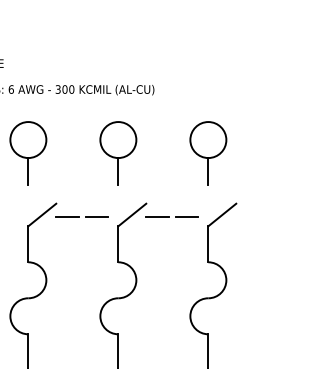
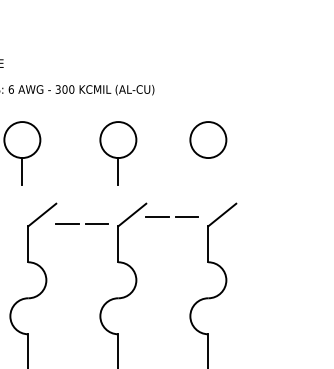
part at (28, 153) position: (28, 153) -> (22, 153)
line at (208, 171): present -> none
line at (79, 216) position: (79, 216) -> (79, 223)
